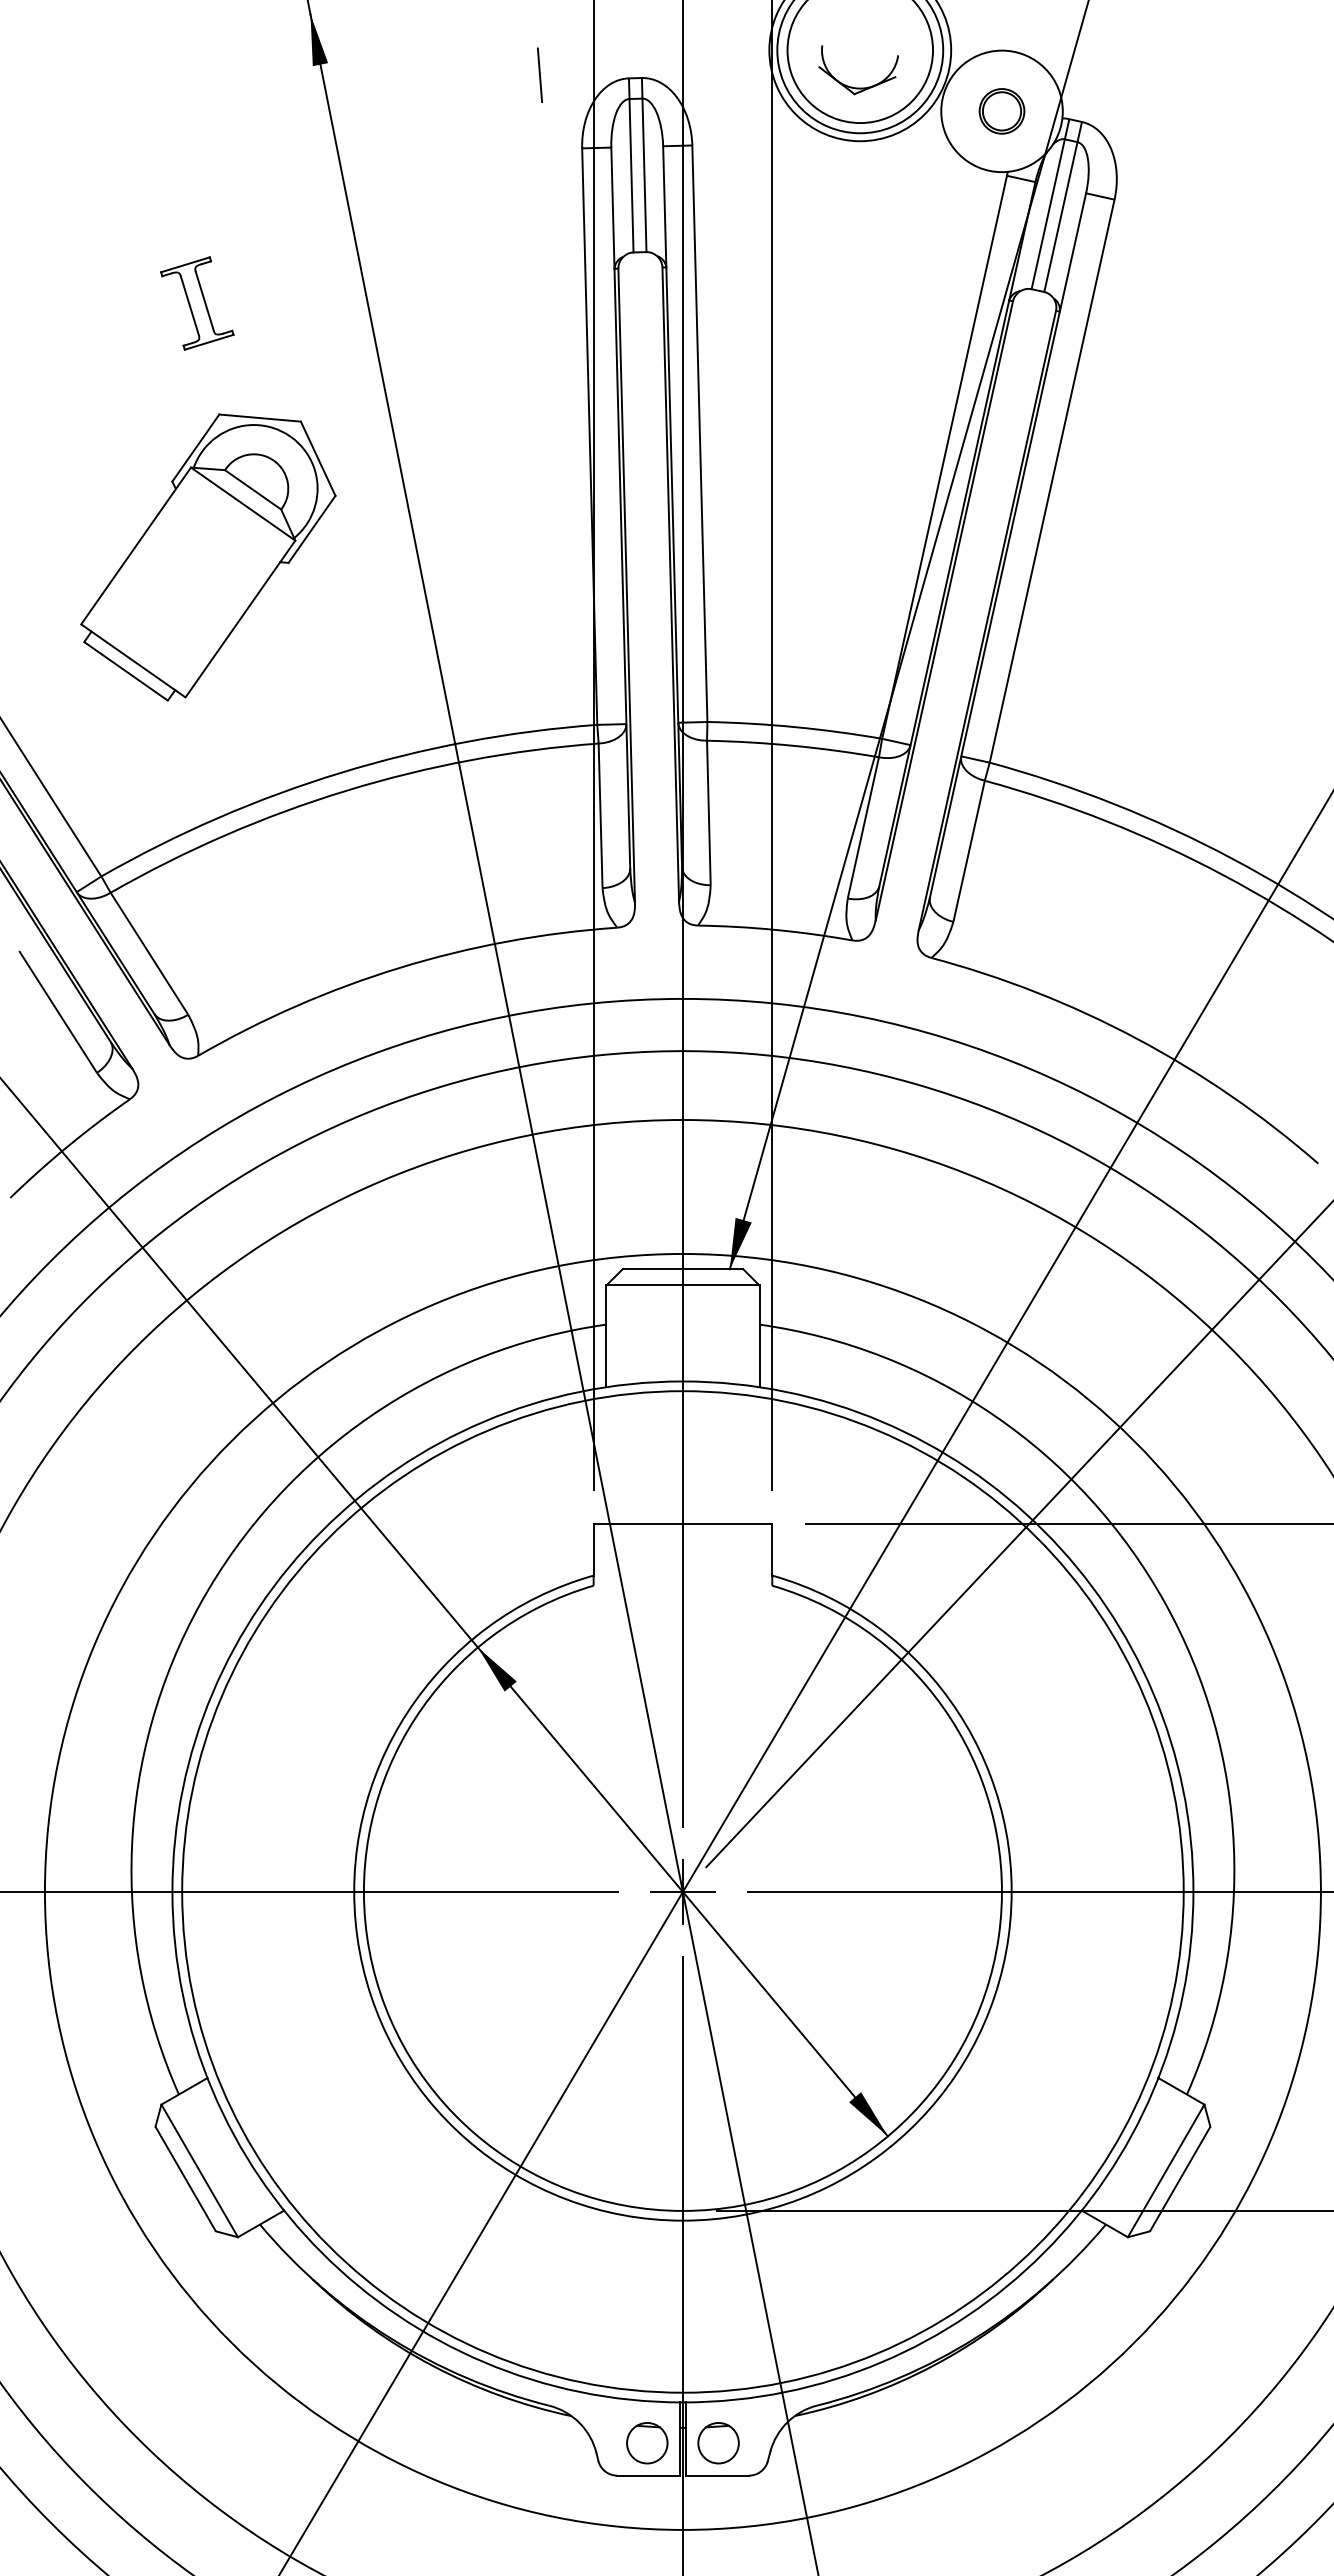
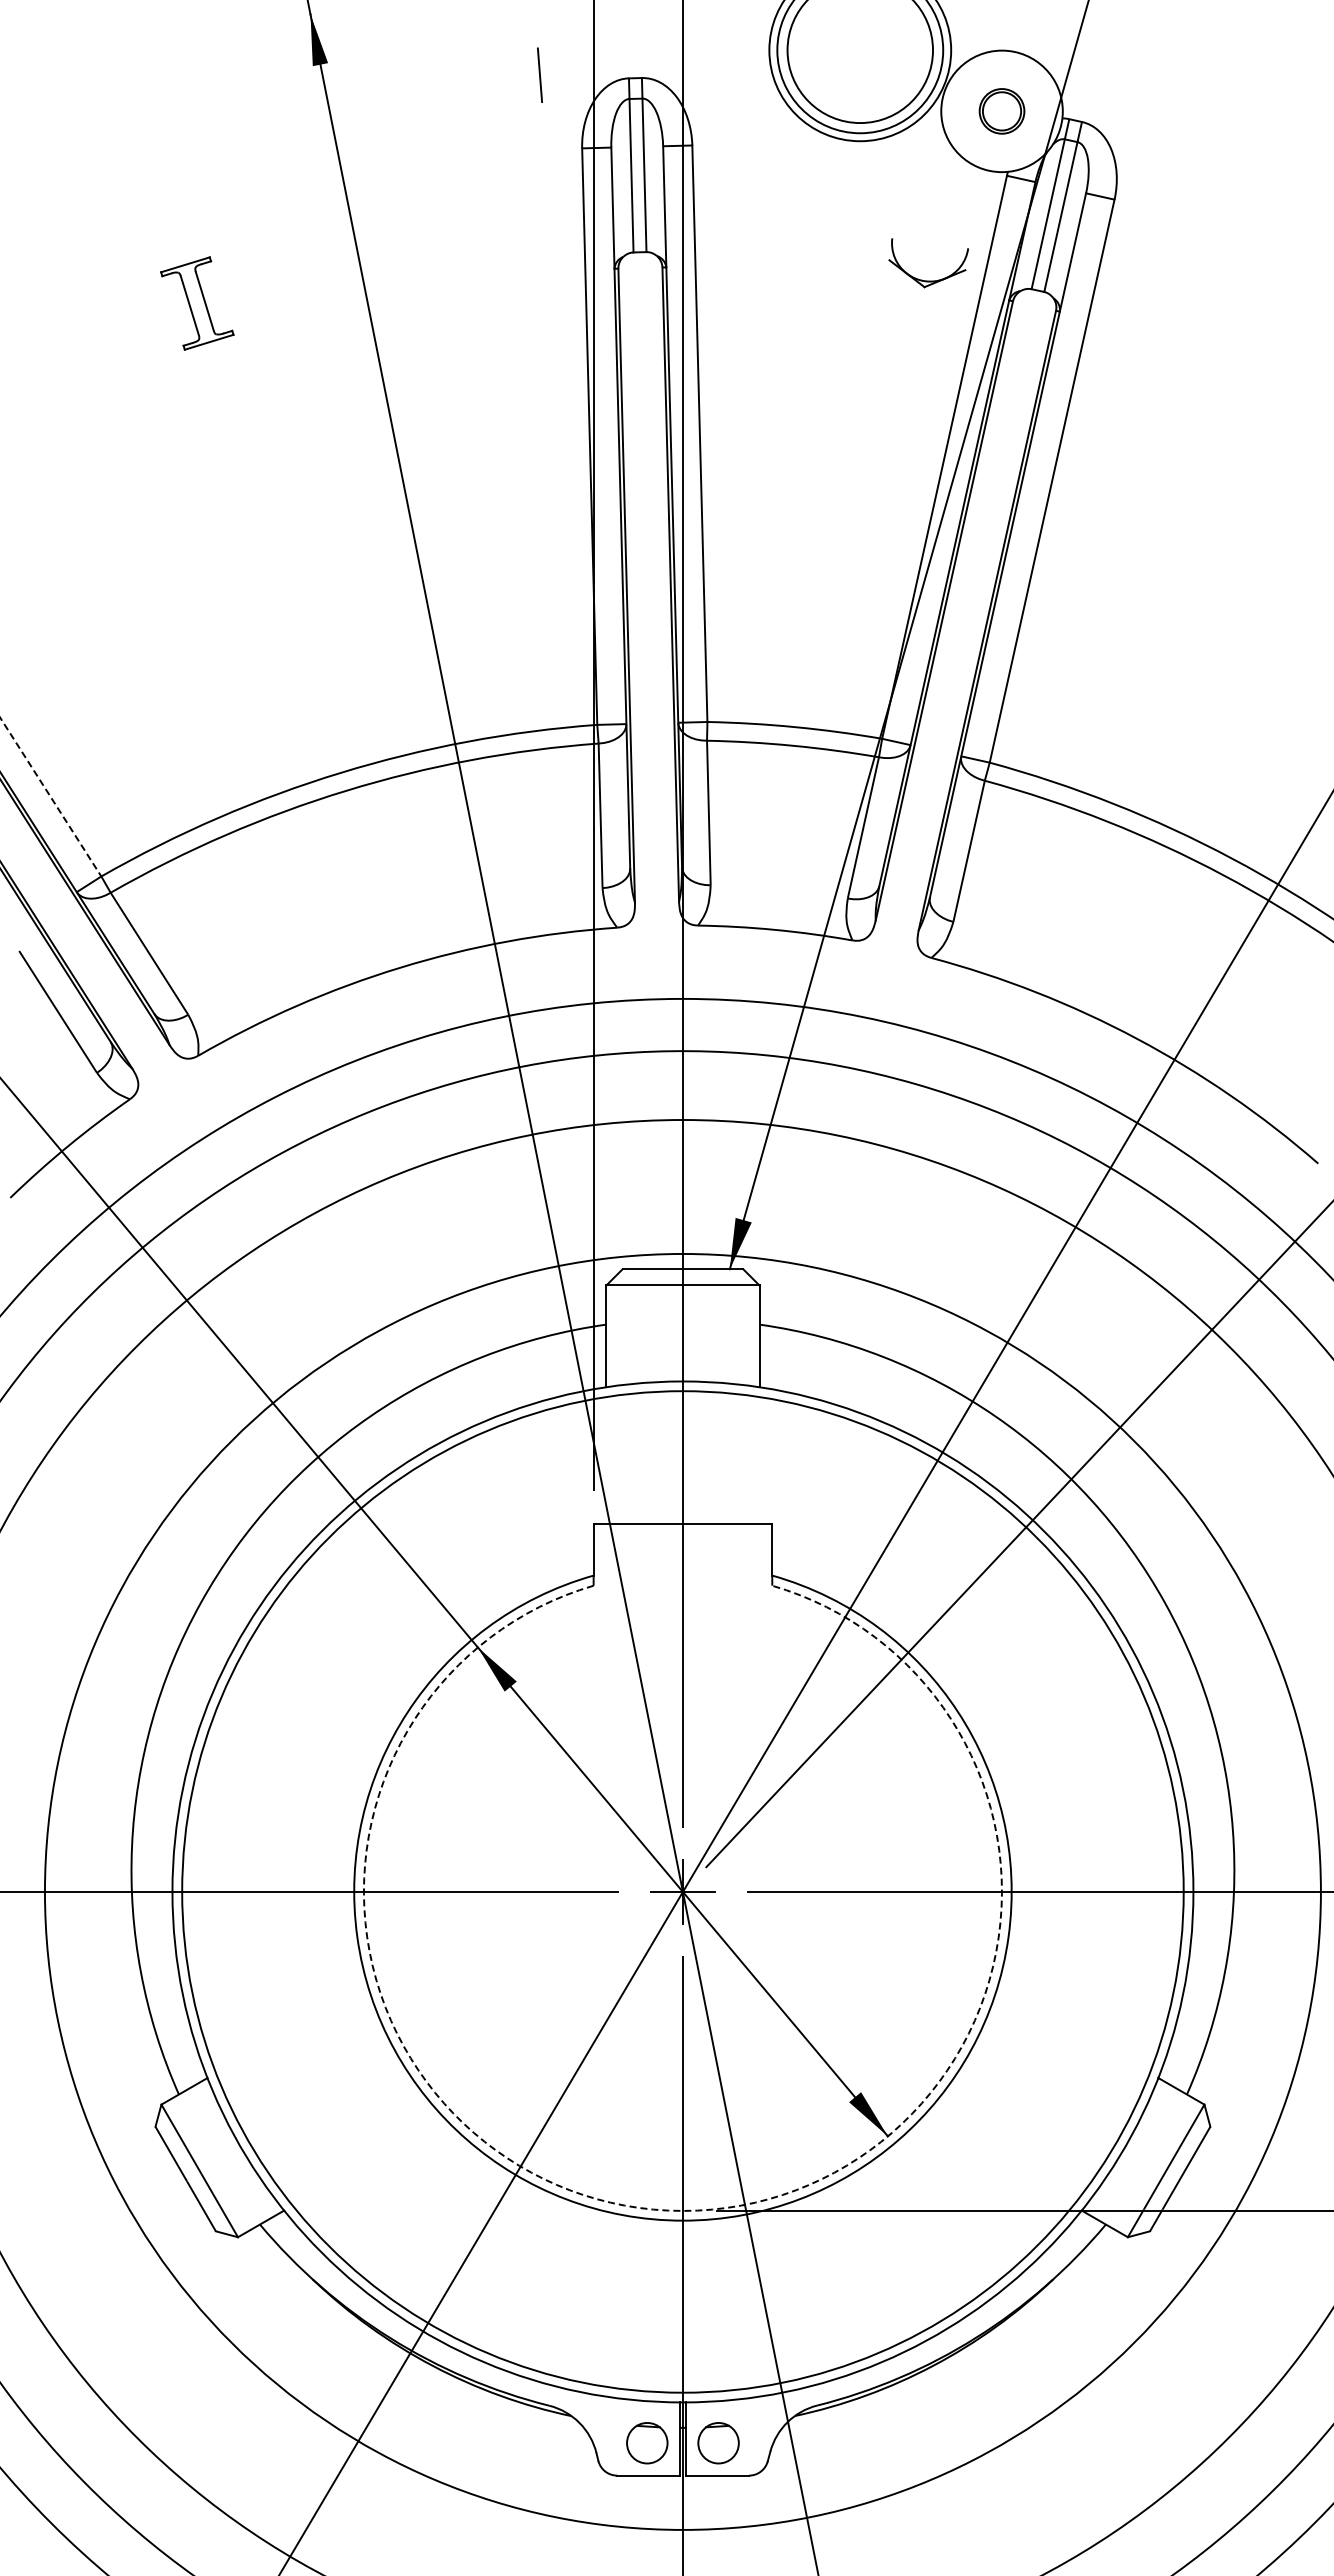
part at (858, 87) position: (858, 87) -> (928, 280)
part at (208, 557): present -> none
line at (772, 746): present -> none
line at (50, 797): solid -> dashed
line at (1068, 1524): present -> none
arc at (682, 2210): solid -> dashed
